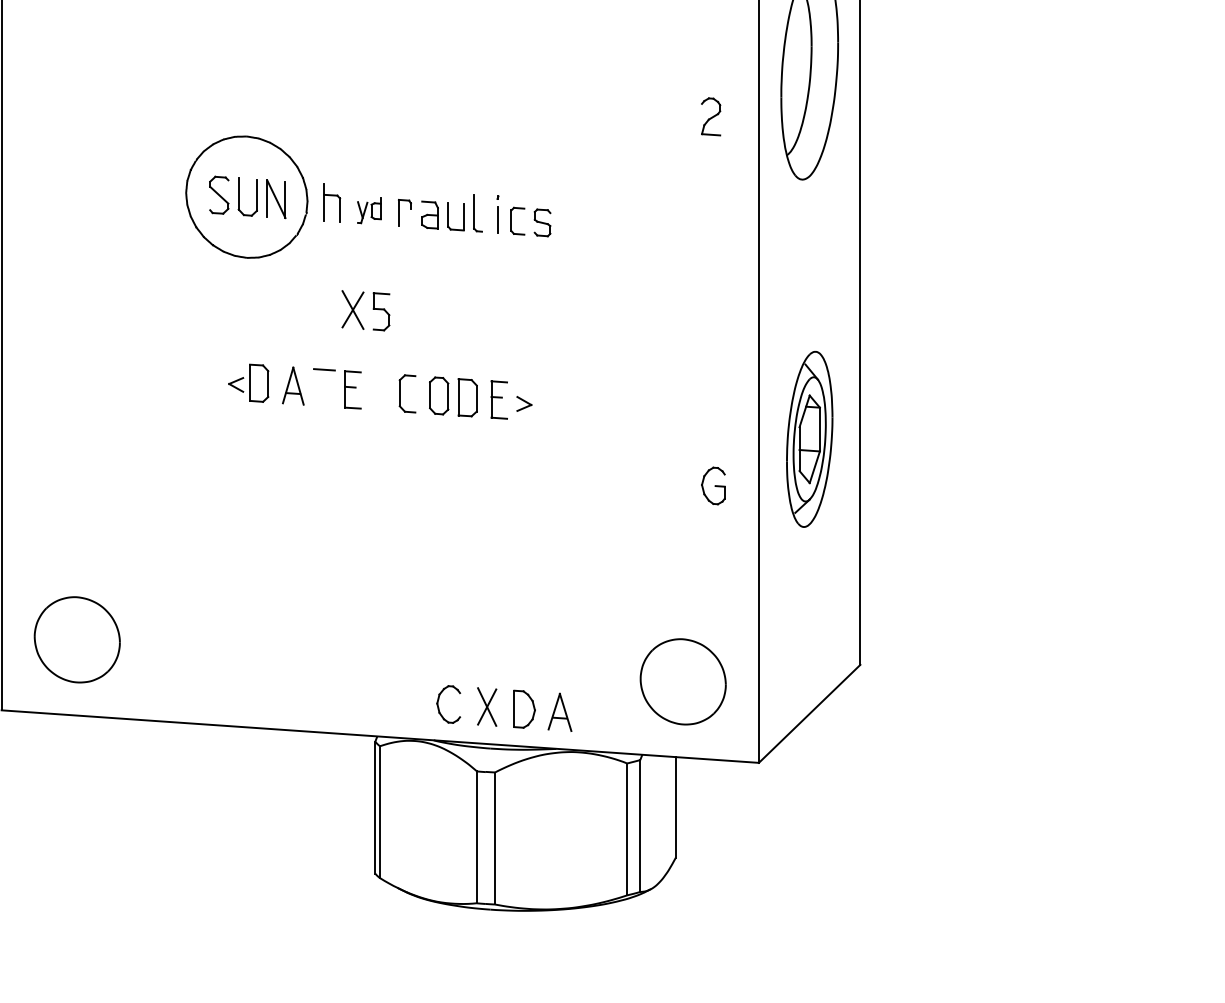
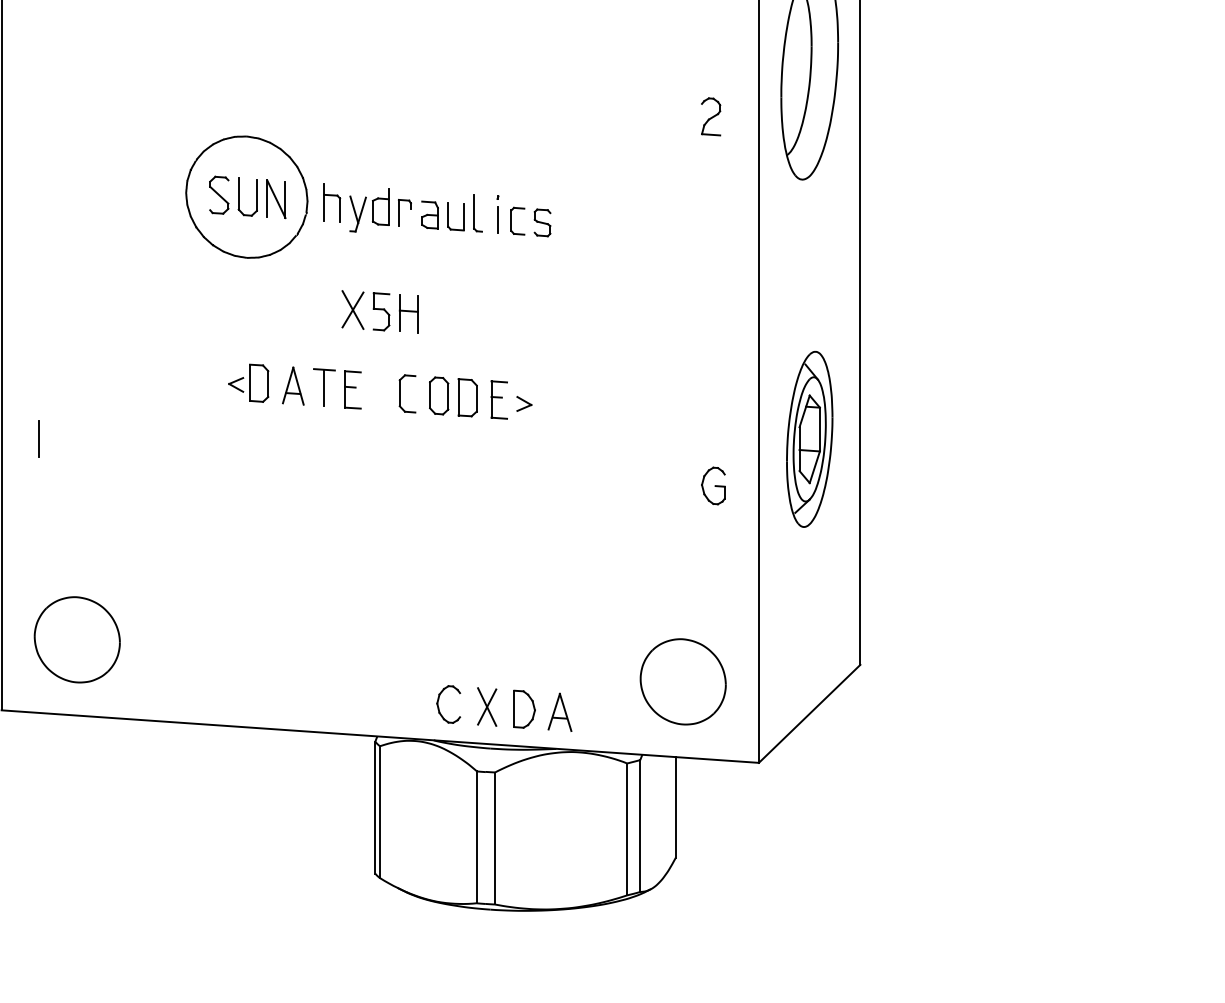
part at (369, 210) size: 25x28 px -> 41x45 px
part at (408, 313): none -> present
line at (324, 387): none -> present
line at (38, 438): none -> present
